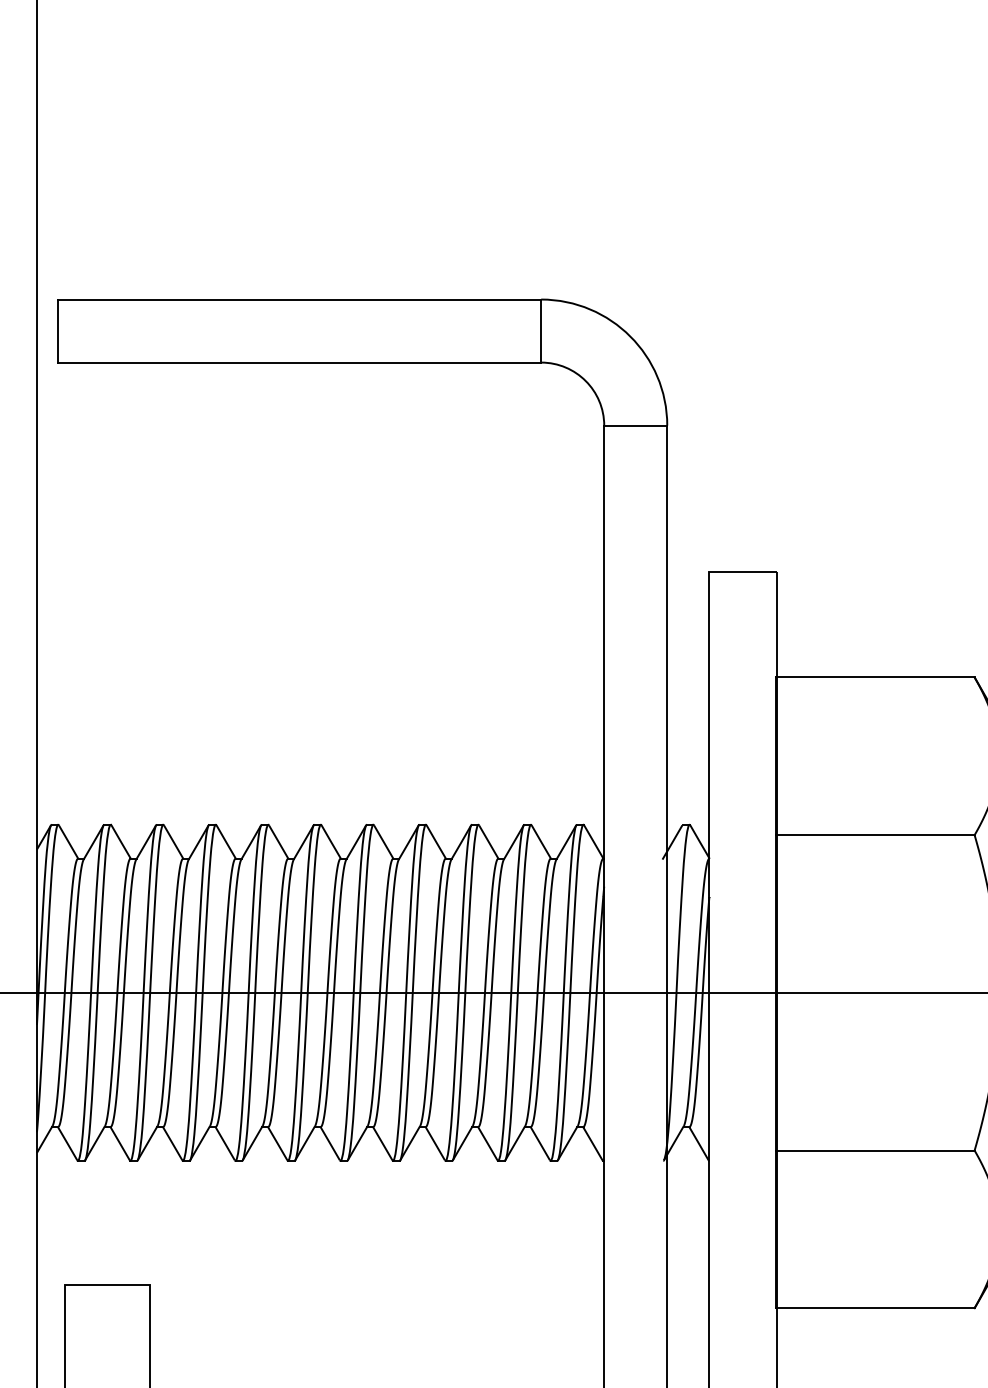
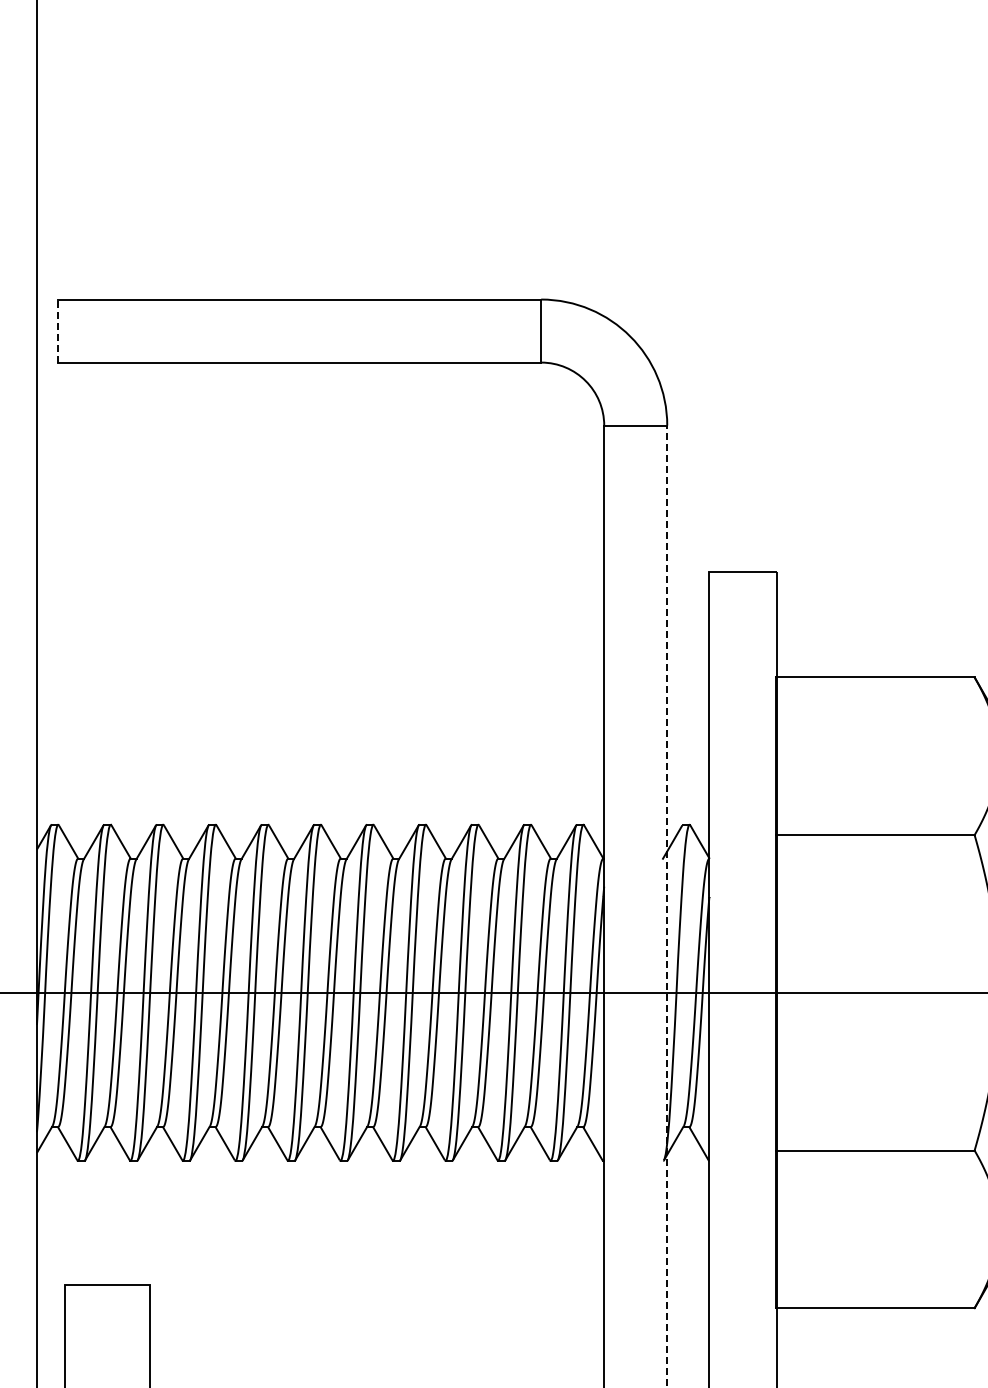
line at (58, 331): solid -> dashed
line at (667, 906): solid -> dashed
